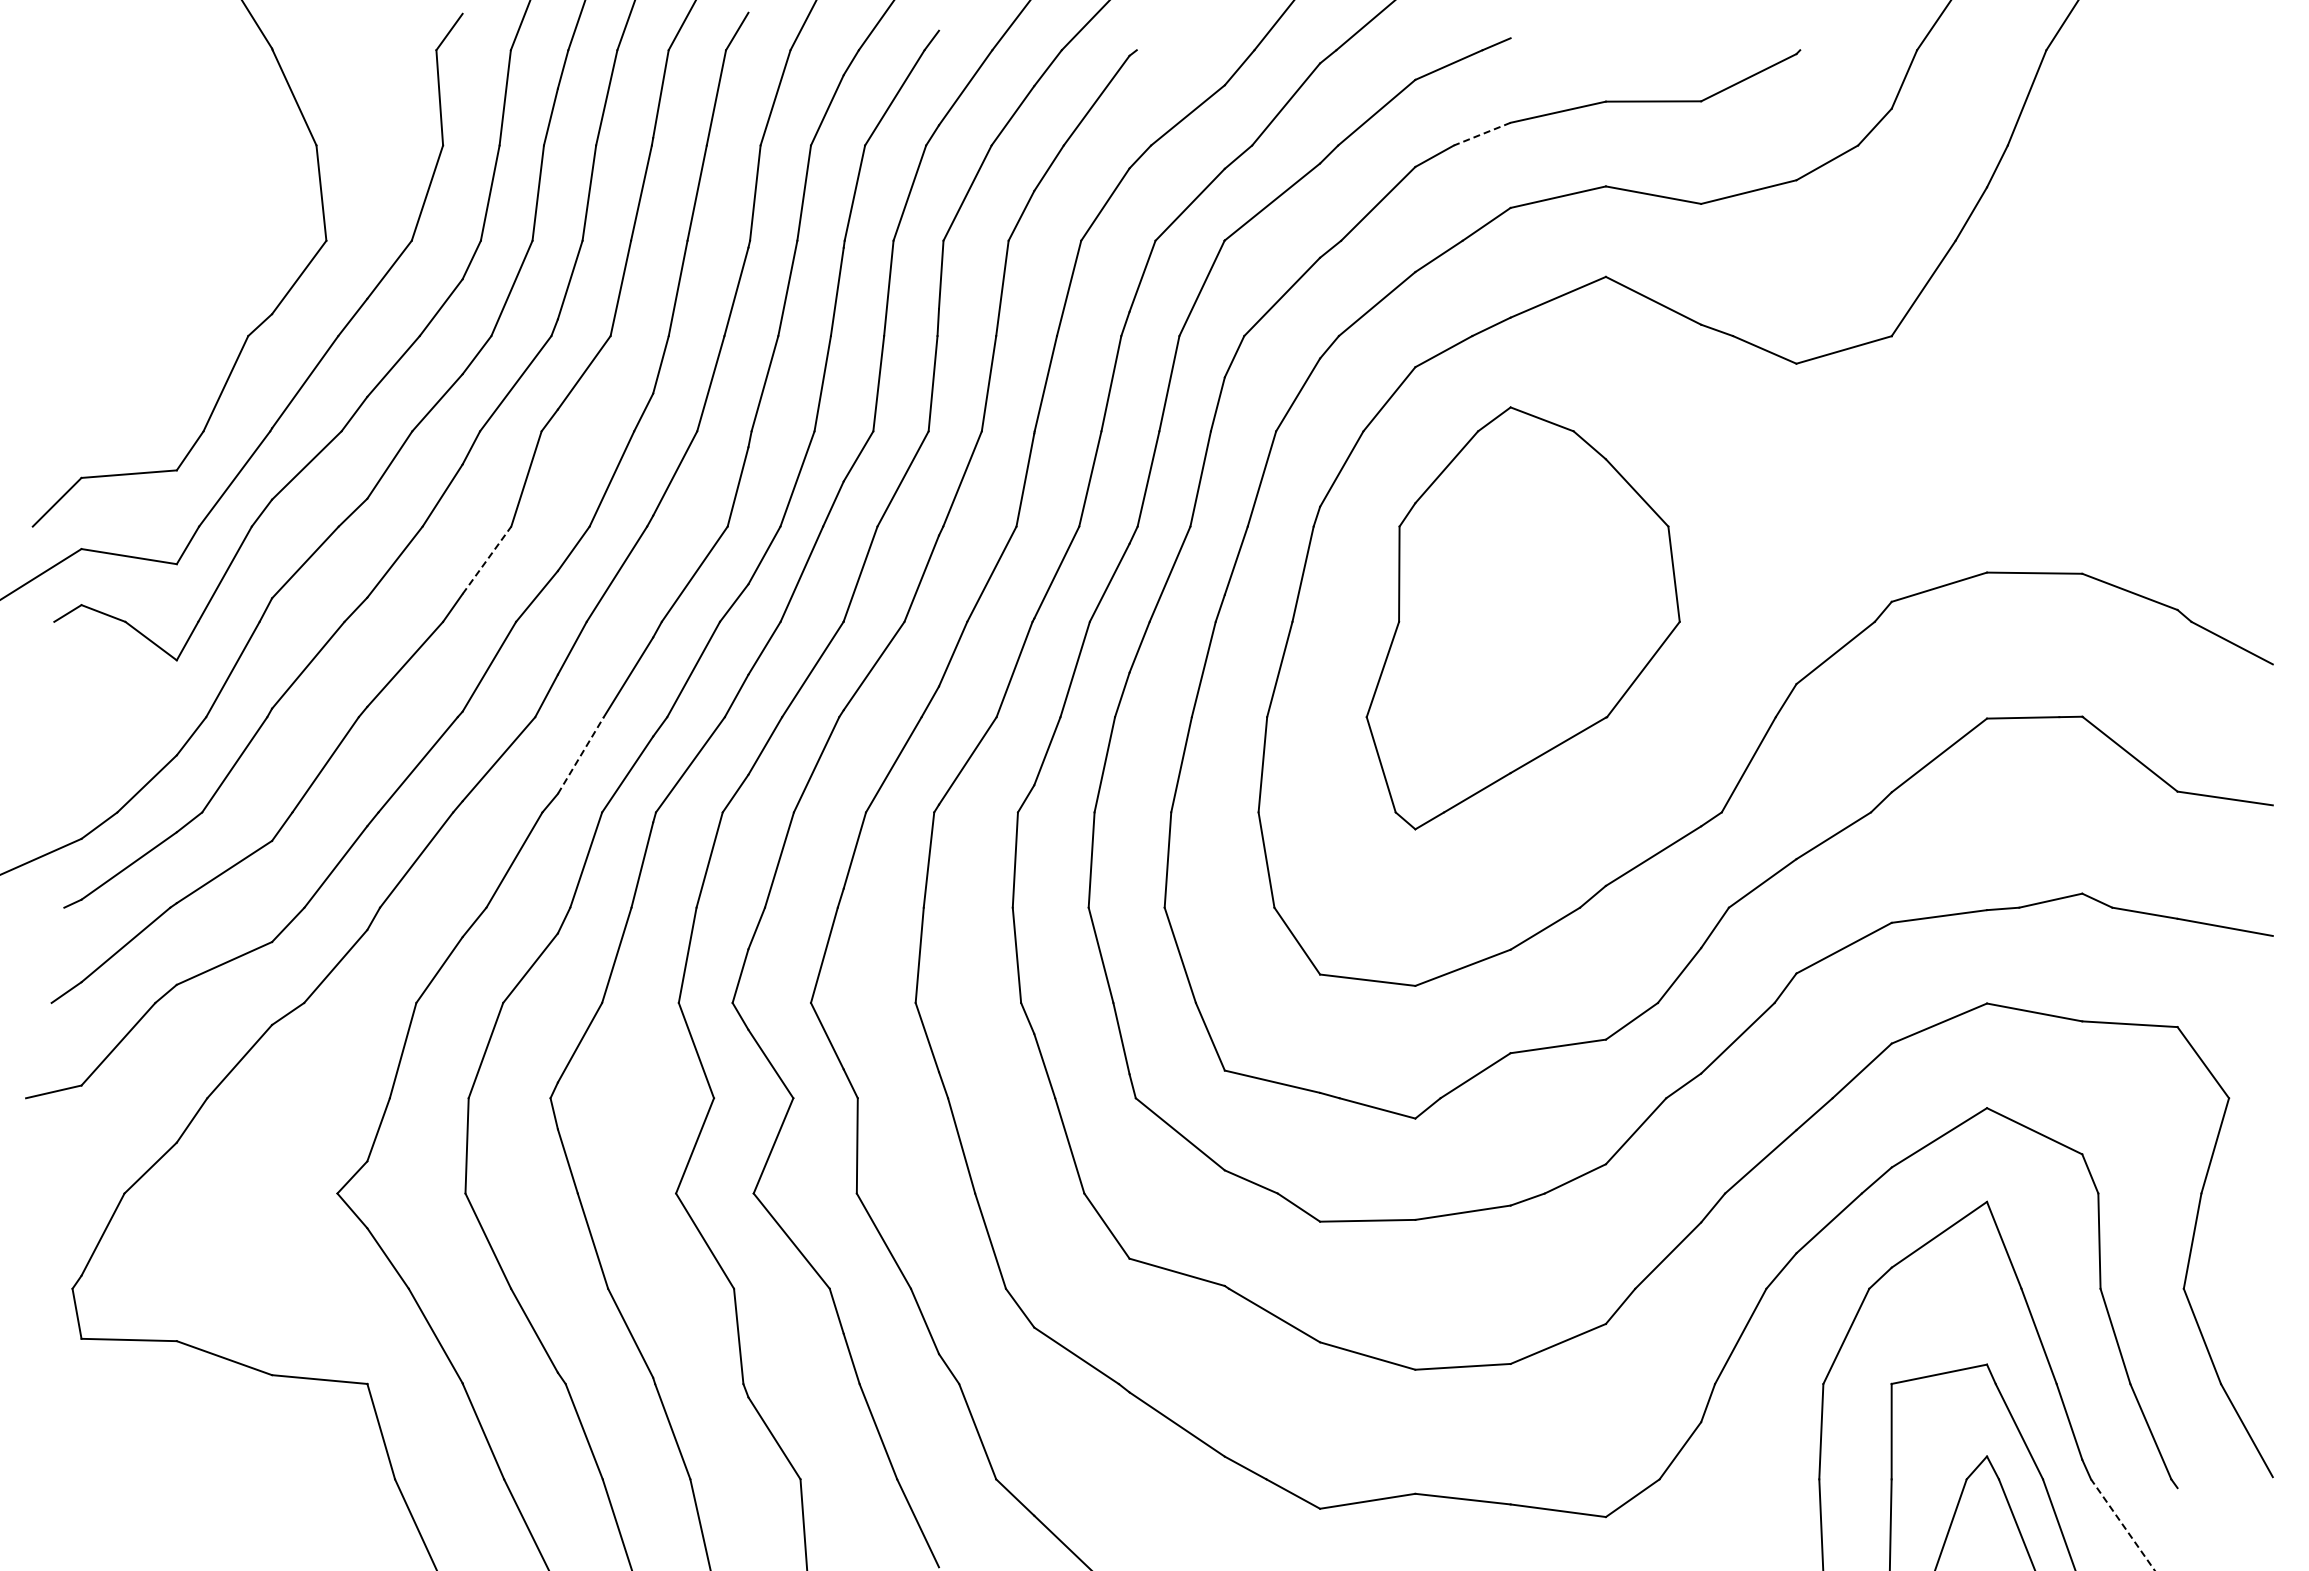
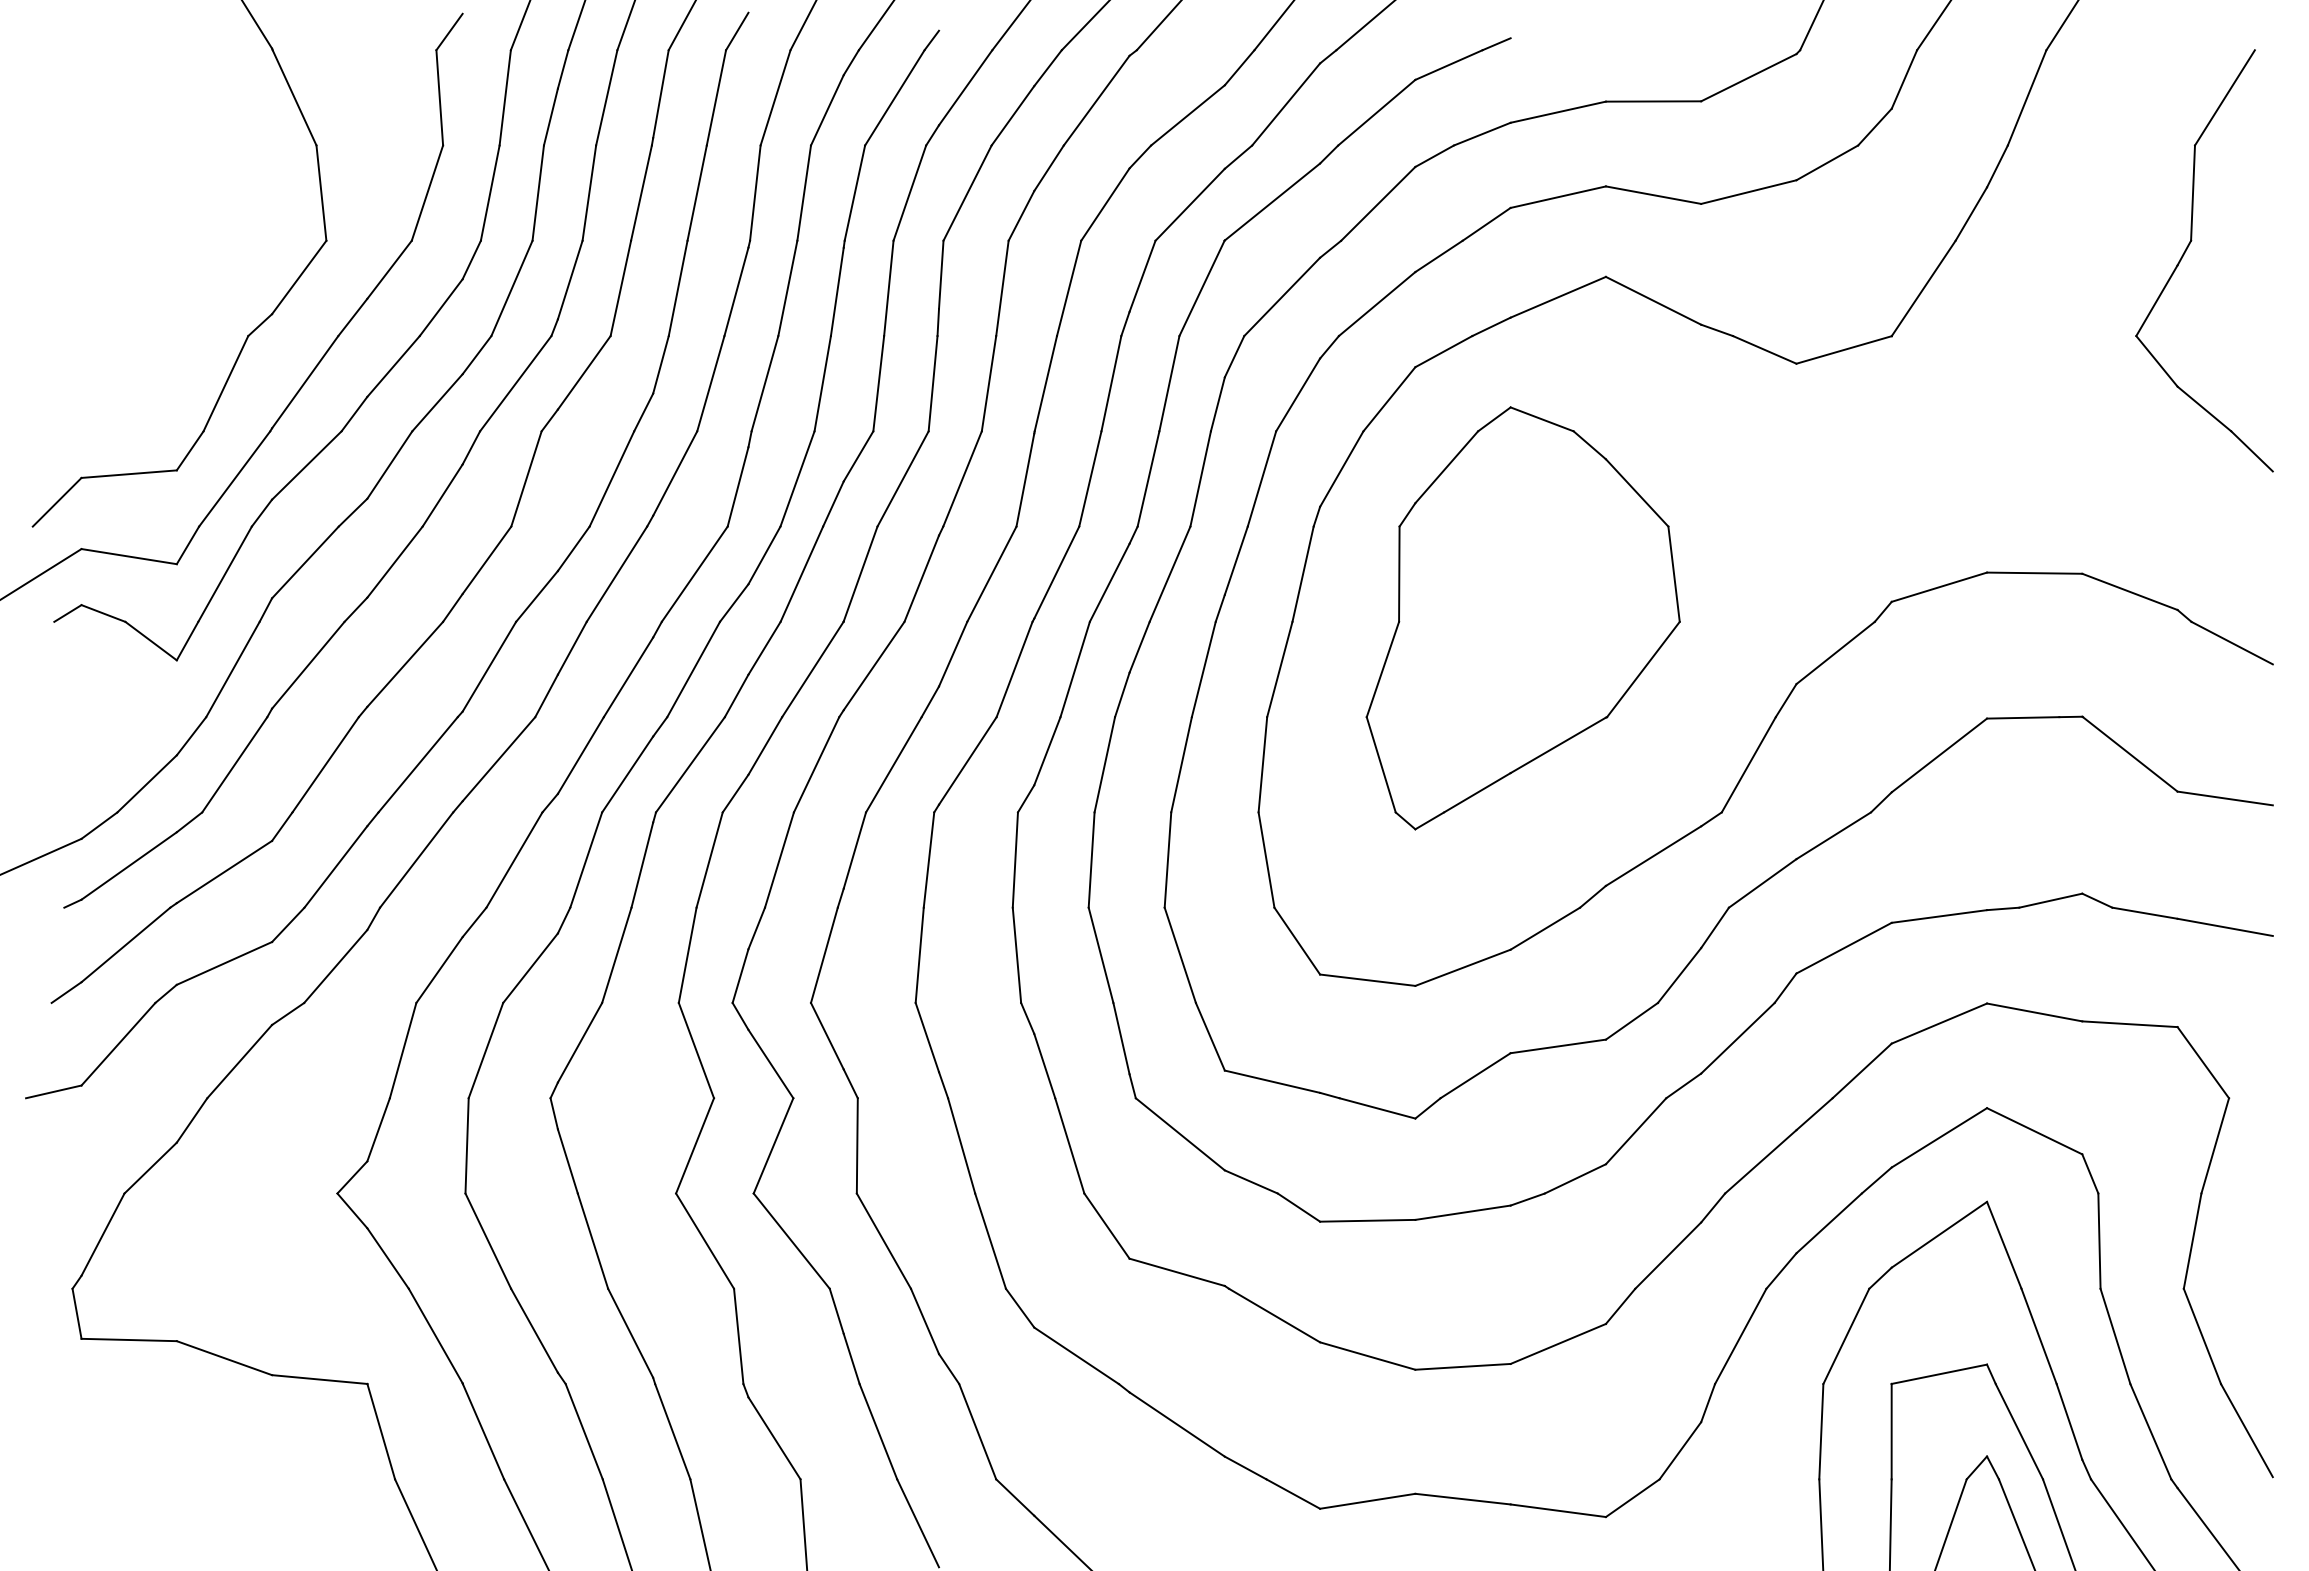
line at (1157, 26): none -> present
line at (1811, 26): none -> present
line at (1482, 134): dashed -> solid
part at (2186, 251): none -> present
line at (486, 560): dashed -> solid
line at (580, 755): dashed -> solid
line at (2122, 1524): dashed -> solid
line at (2207, 1527): none -> present
